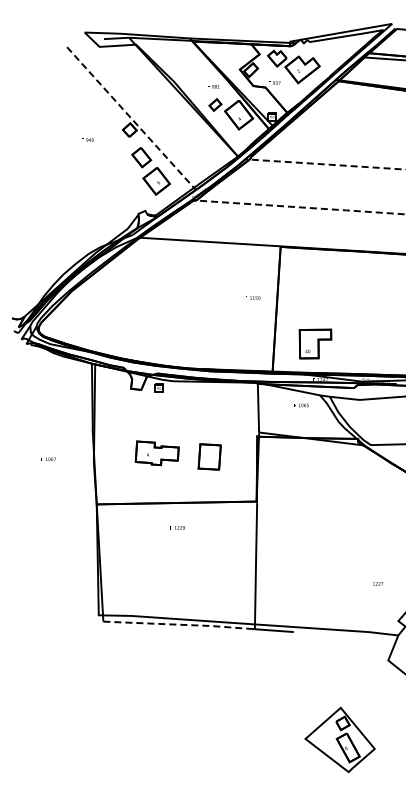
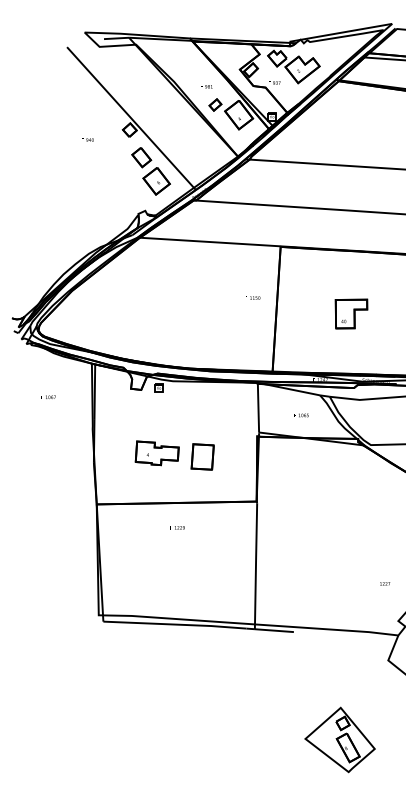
text at (213, 86) position: (213, 86) -> (206, 86)
line at (131, 118): dashed -> solid
line at (325, 164): dashed -> solid
line at (297, 207): dashed -> solid
part at (315, 343) position: (315, 343) -> (351, 313)
text at (301, 405) position: (301, 405) -> (301, 415)
part at (209, 456) position: (209, 456) -> (202, 456)
text at (48, 458) position: (48, 458) -> (48, 396)
text at (378, 583) position: (378, 583) -> (385, 583)
line at (176, 624): dashed -> solid
